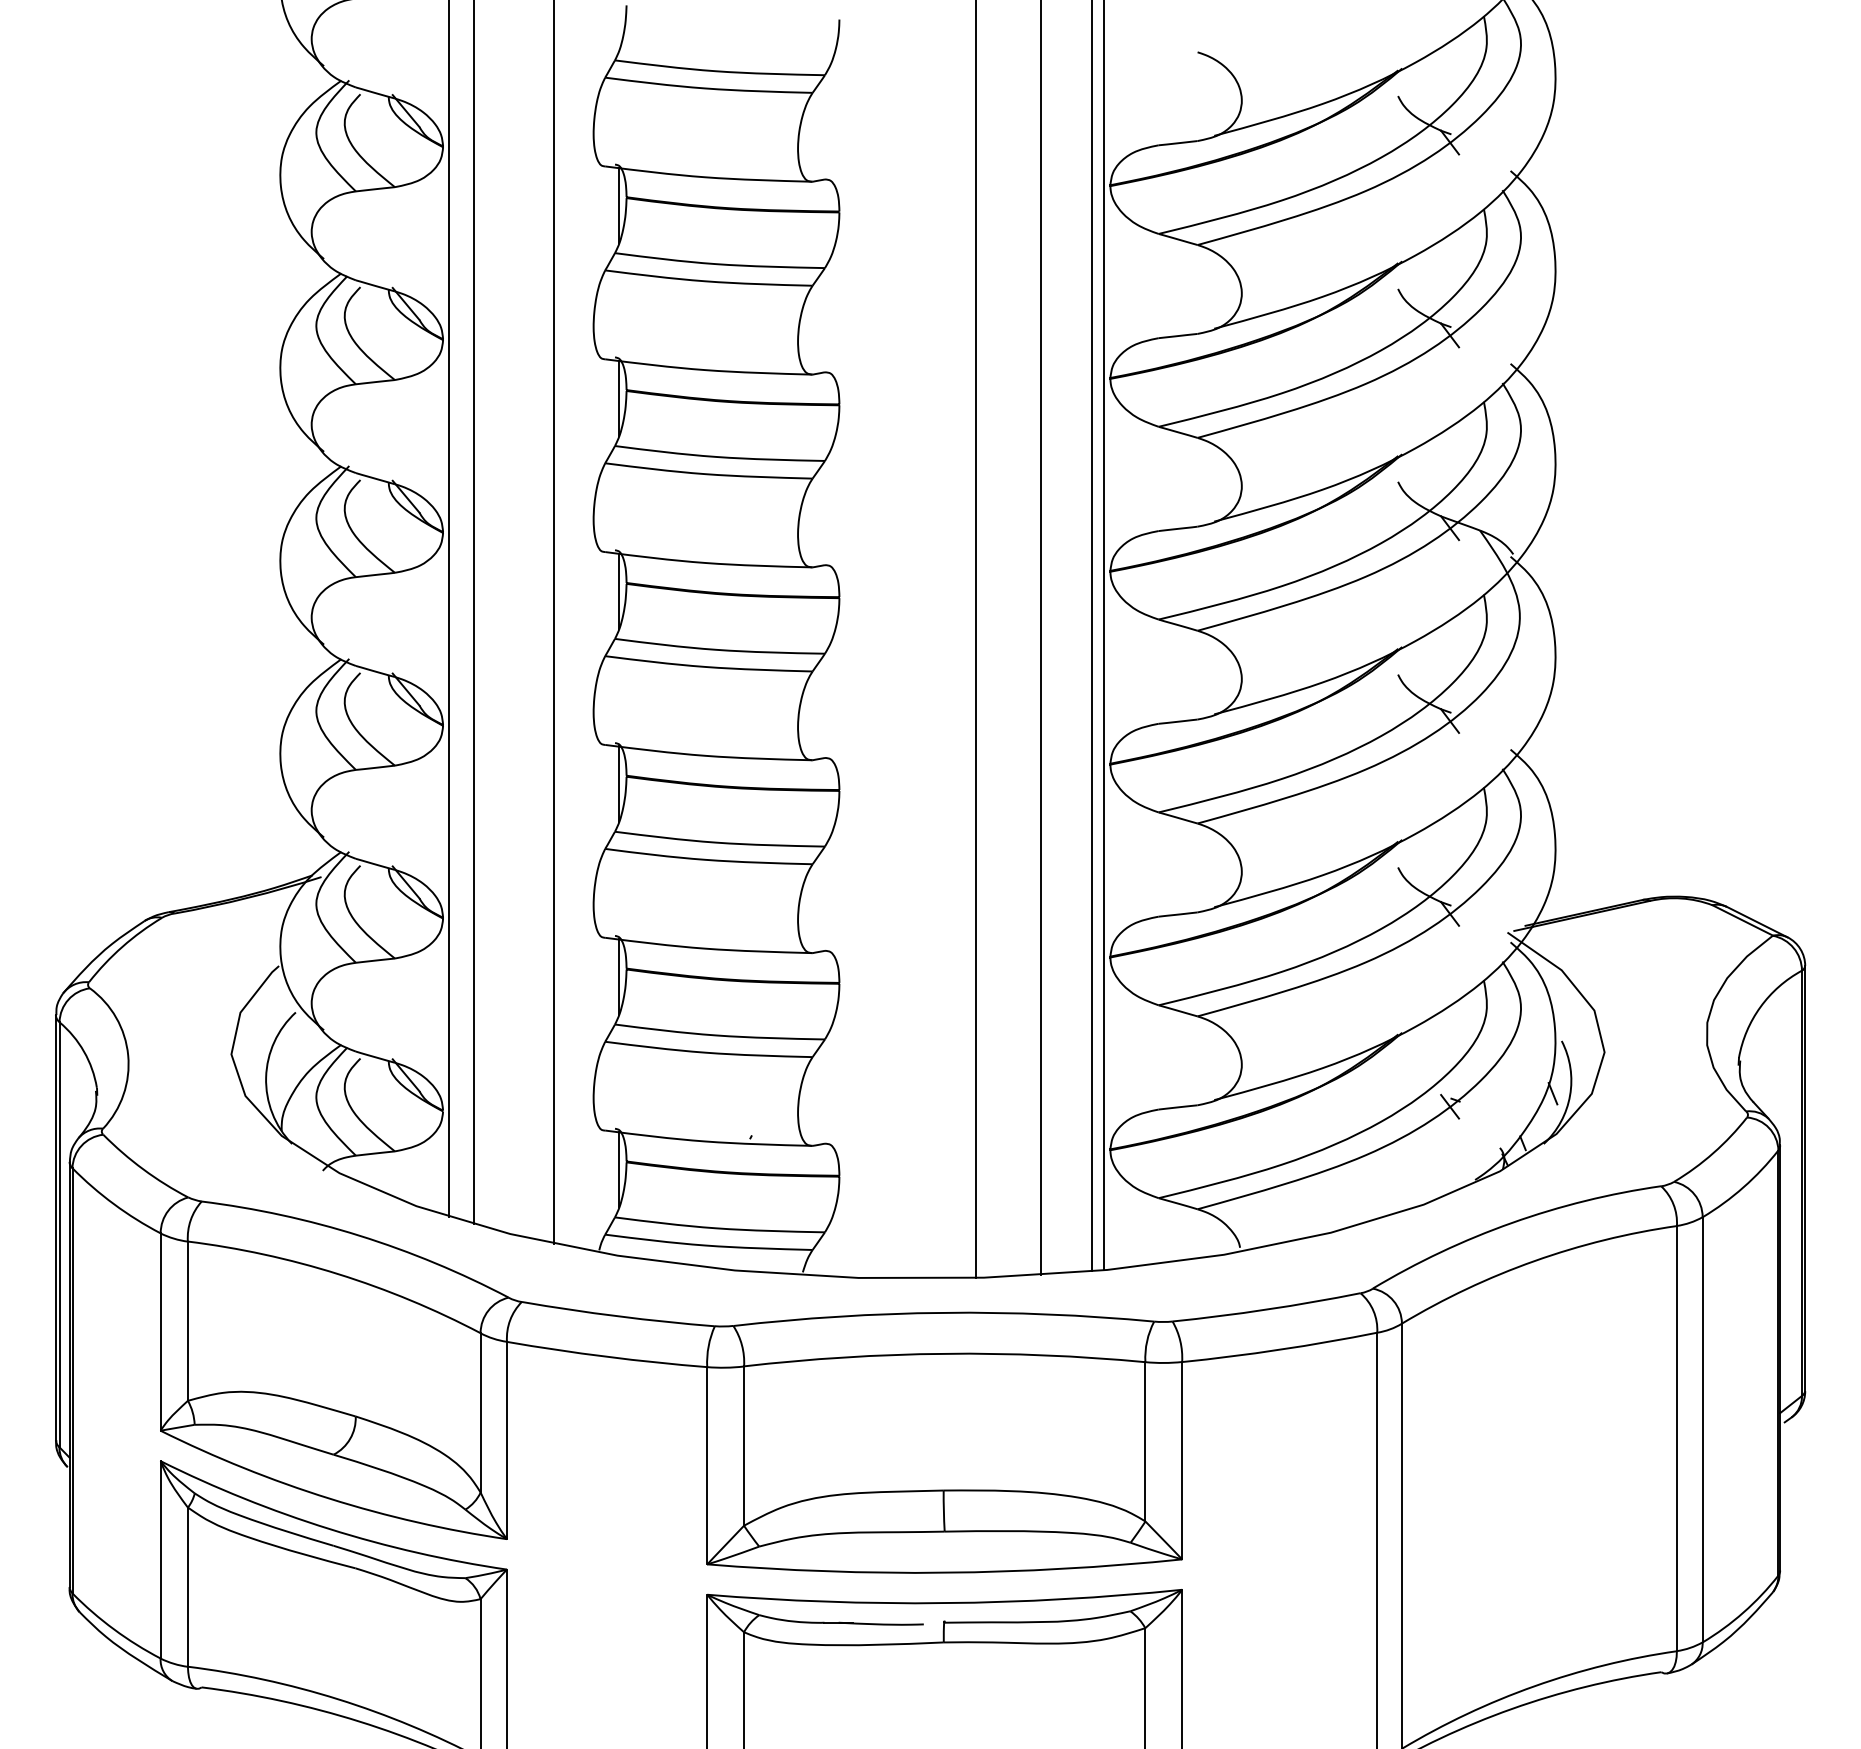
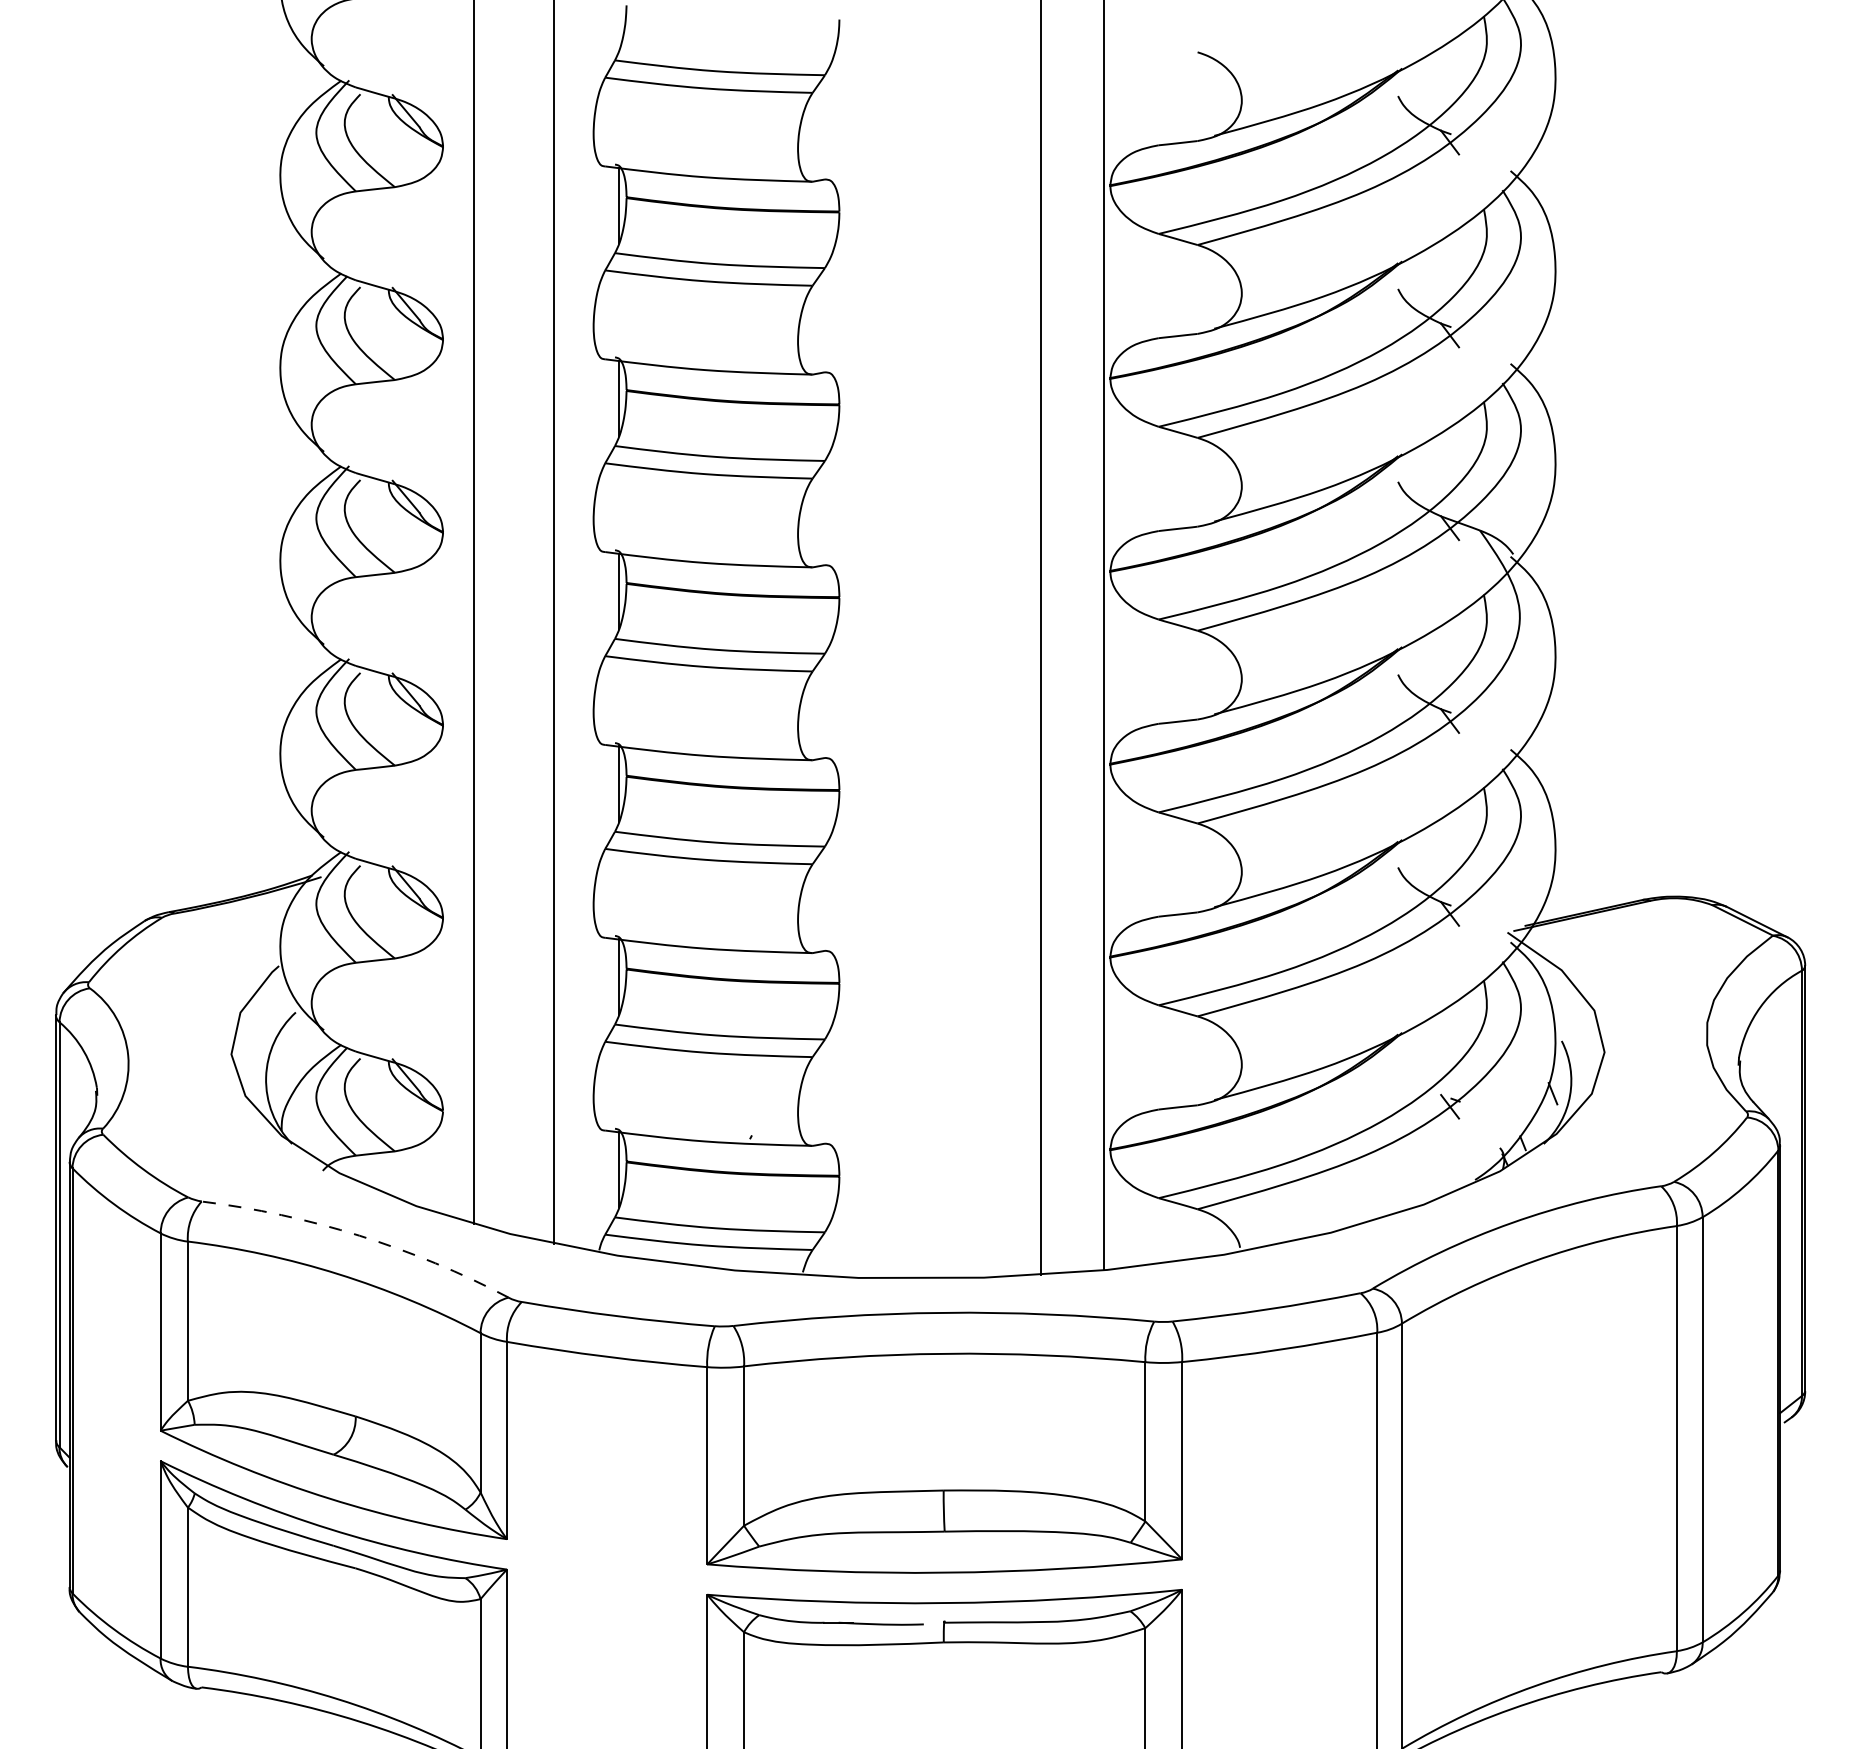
line at (449, 609): present -> none
line at (1091, 636): present -> none
line at (975, 639): present -> none
arc at (359, 1235): solid -> dashed
